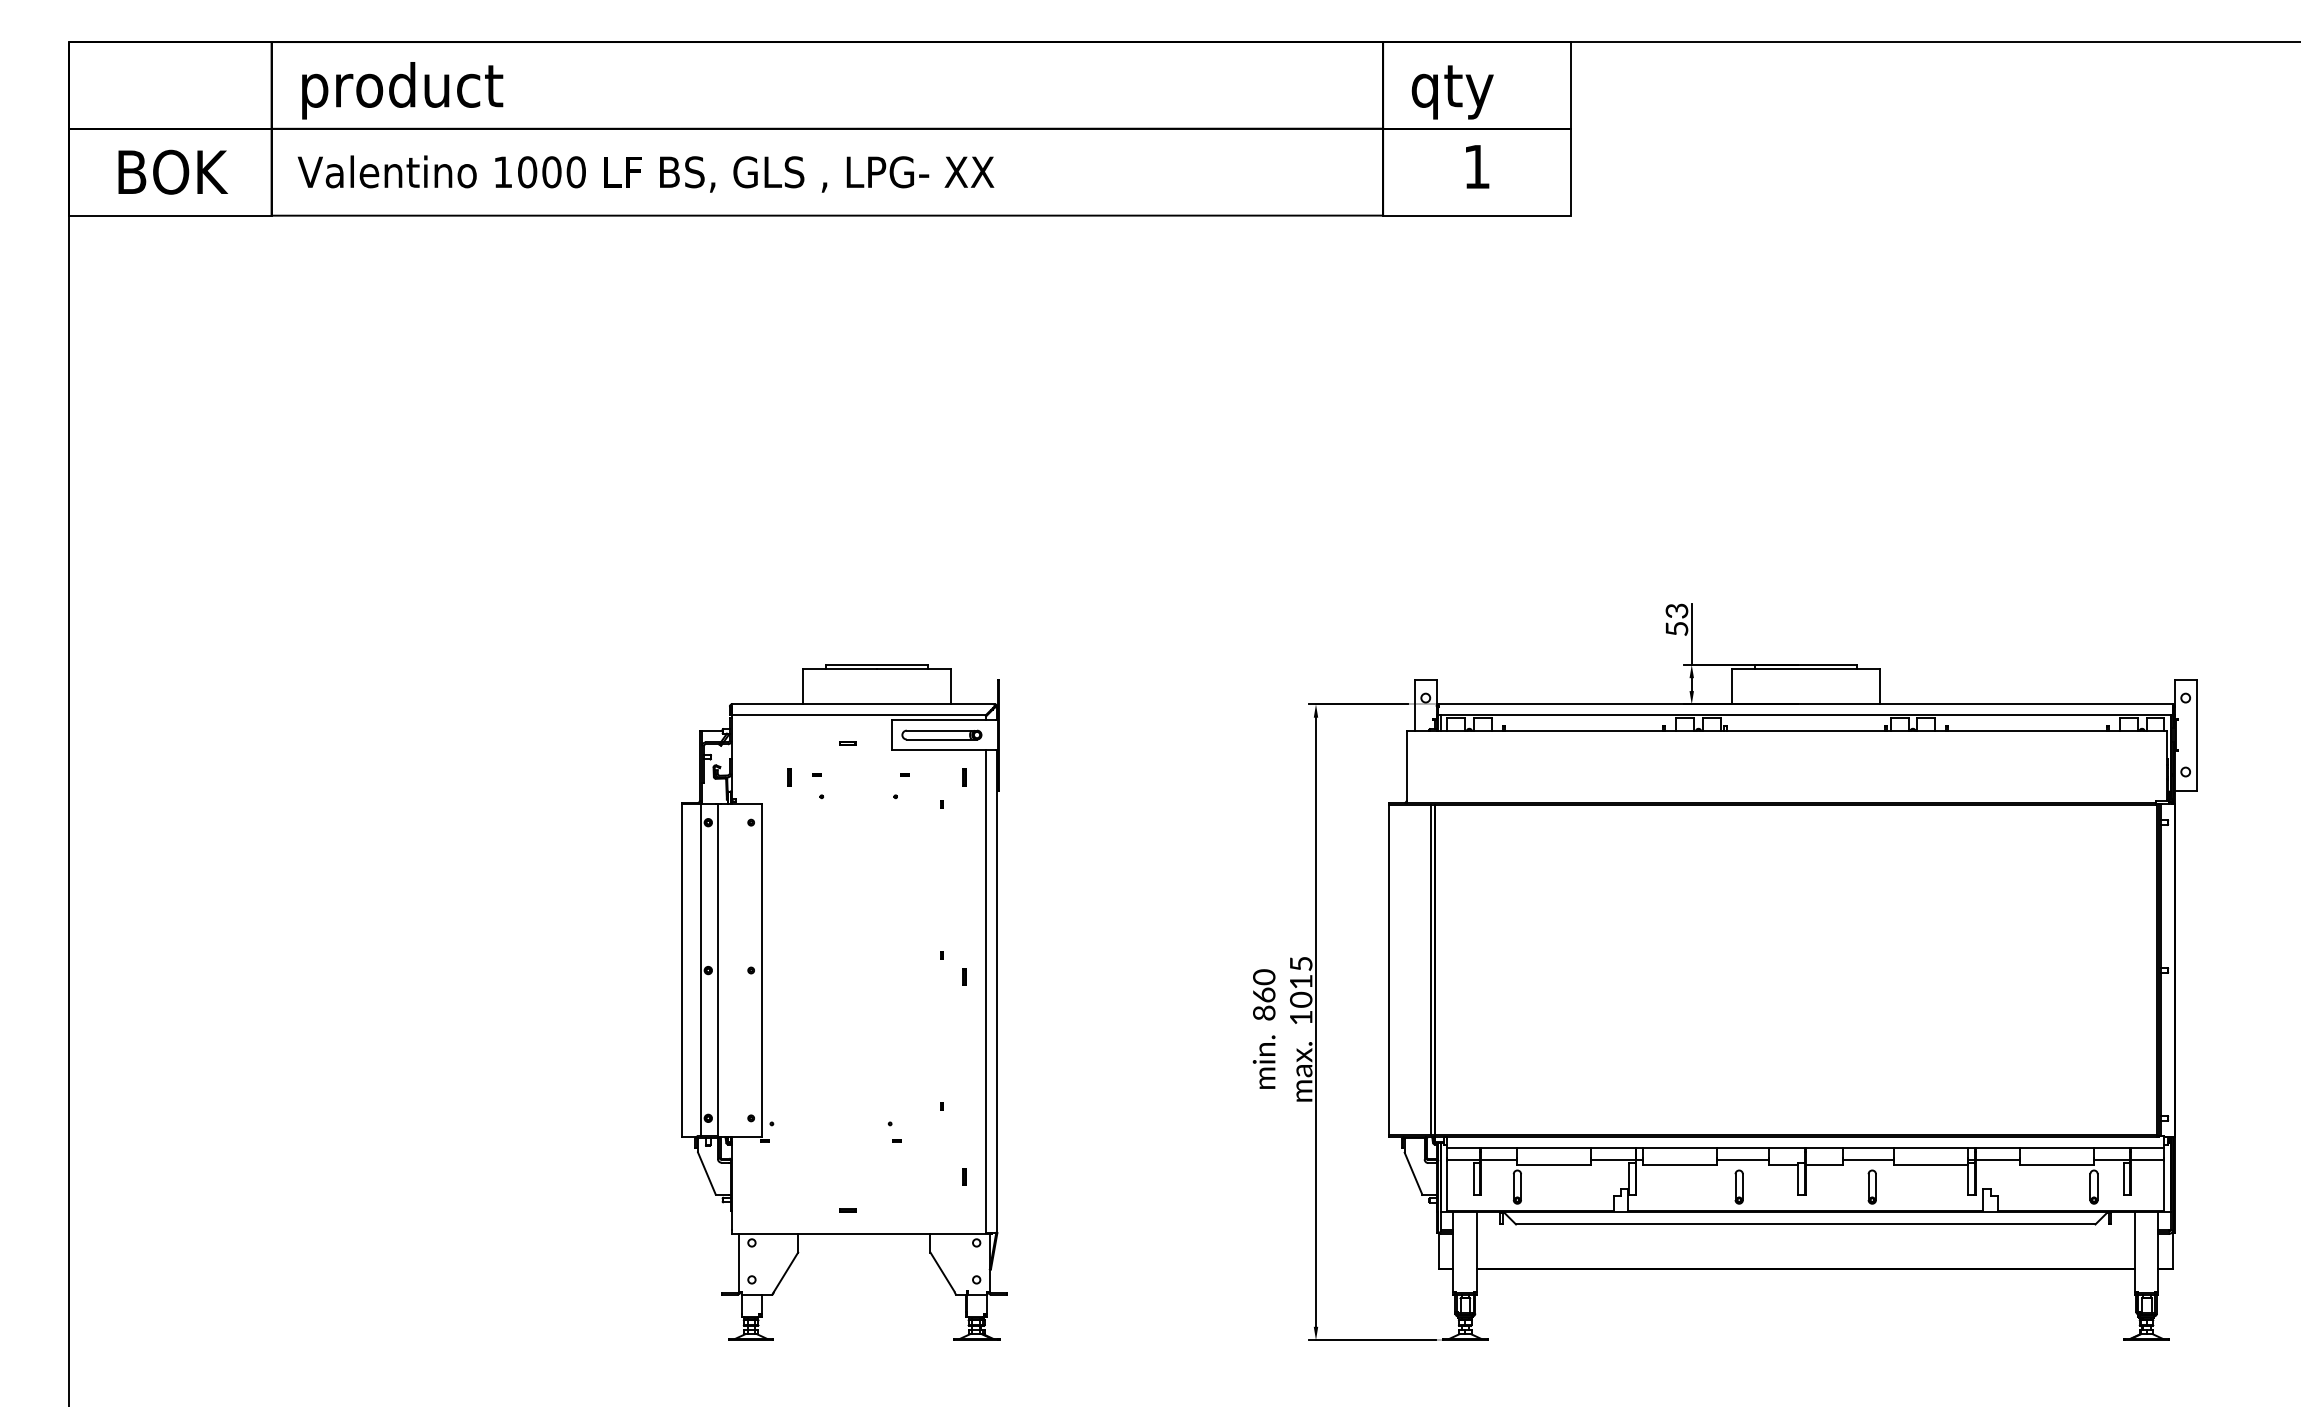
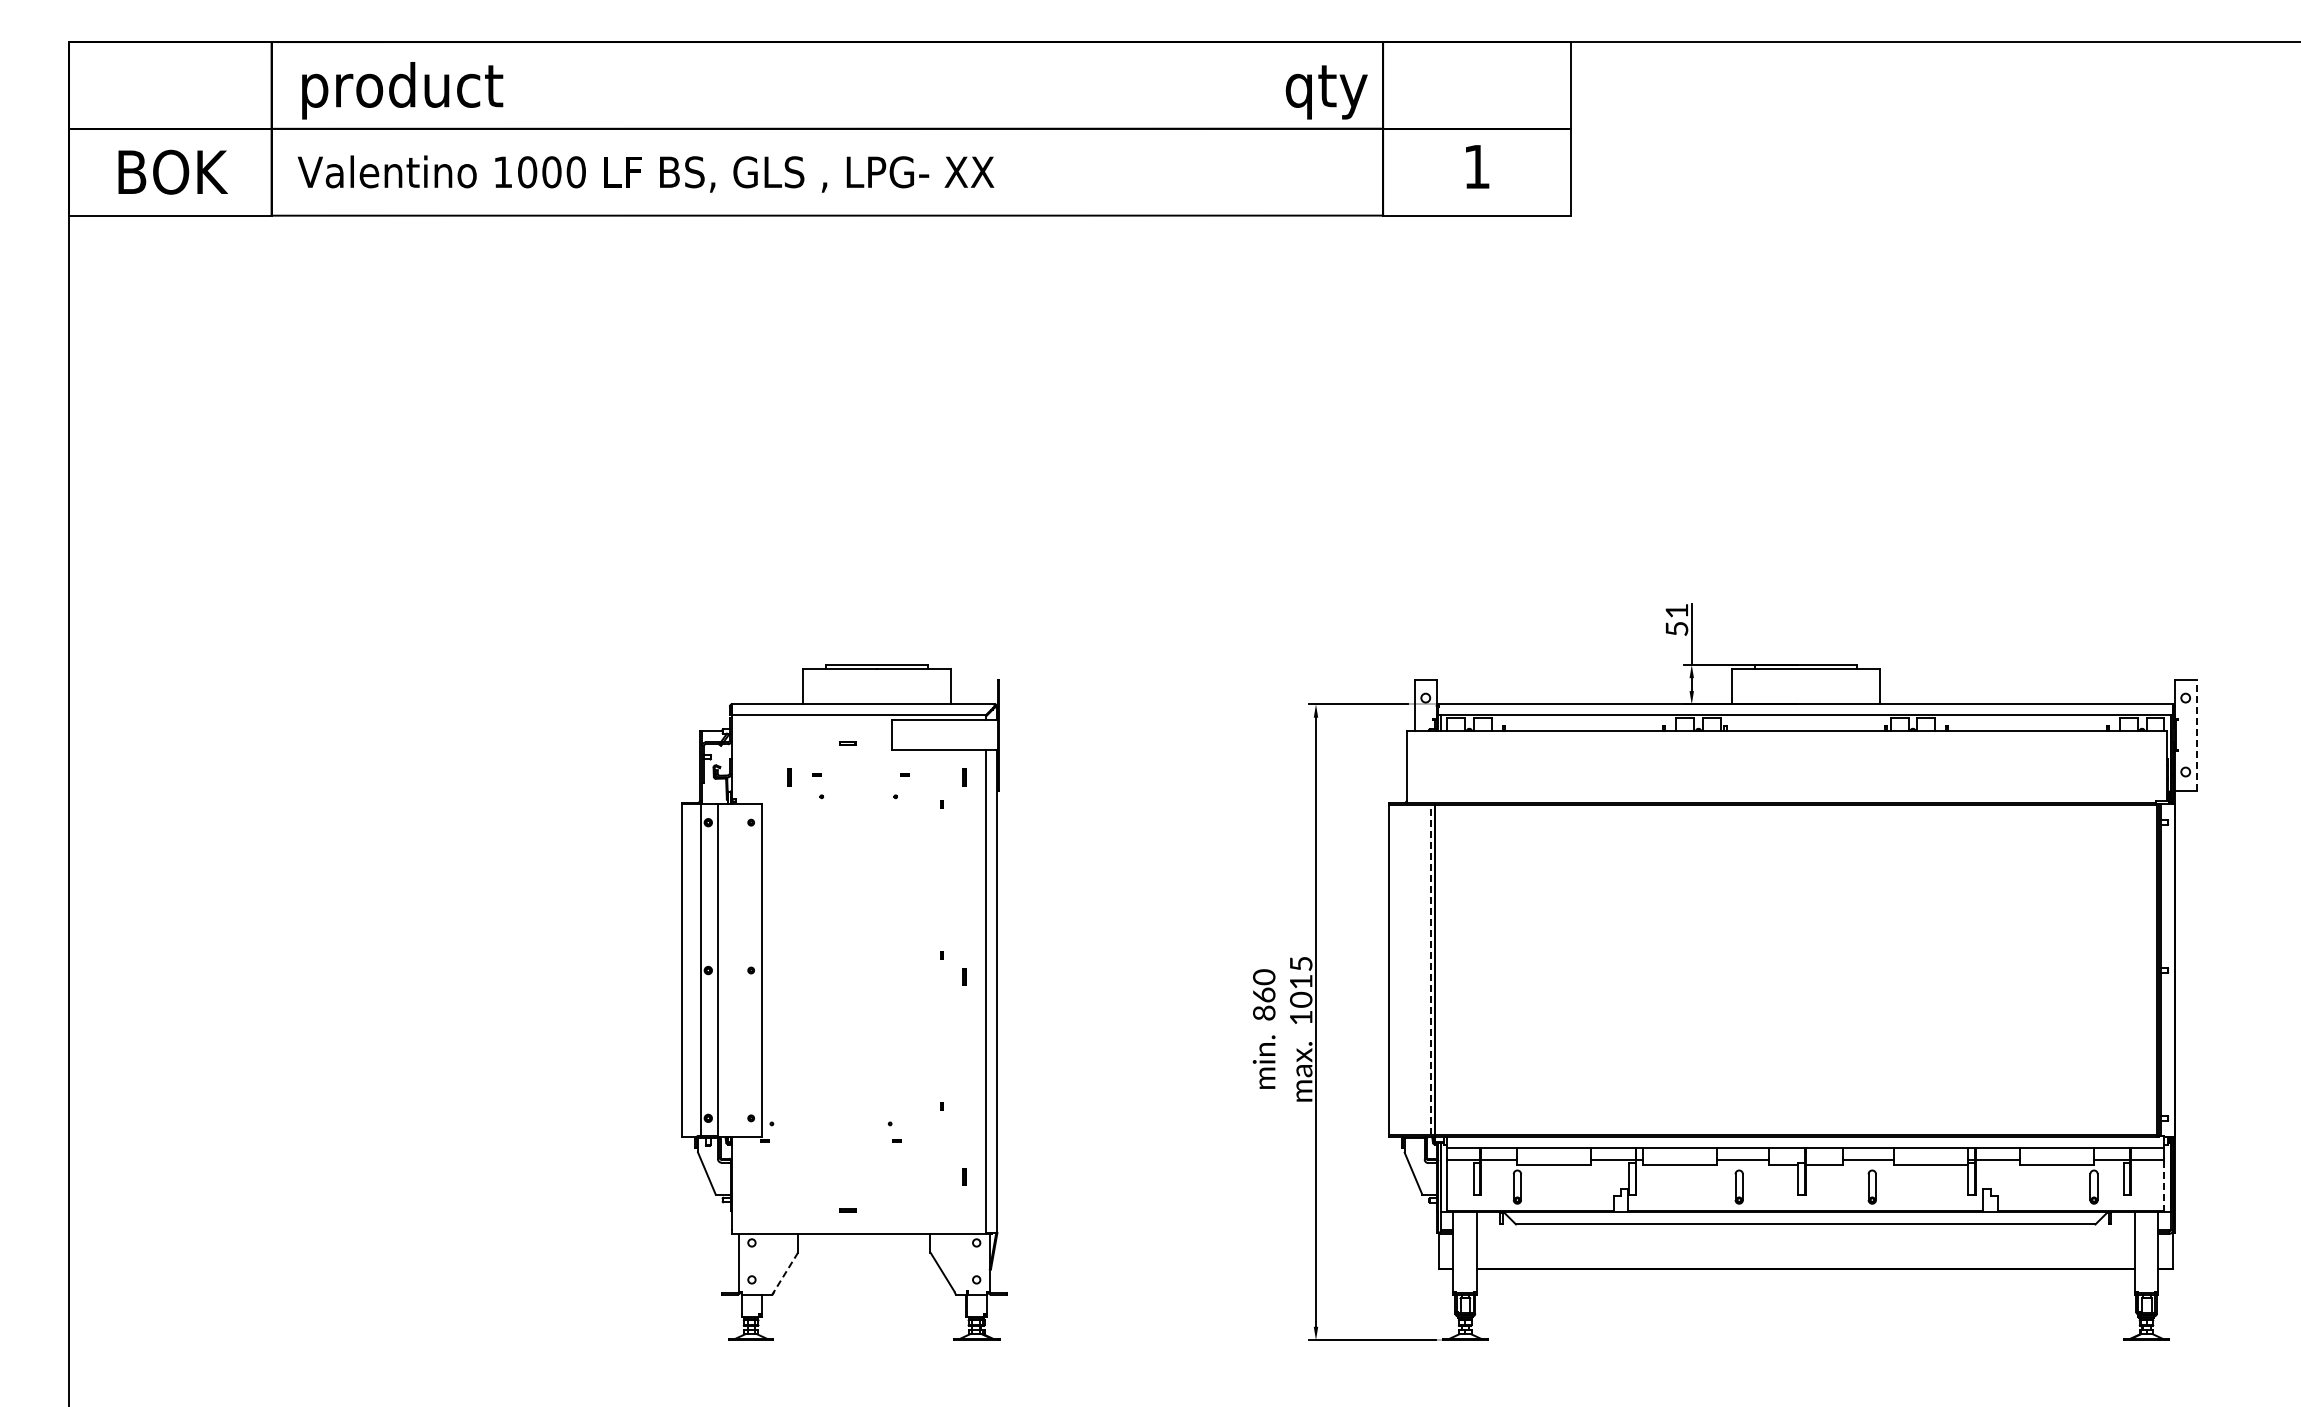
text at (1452, 92) position: (1452, 92) -> (1326, 92)
text at (1676, 610): 53 -> 51
part at (941, 734): present -> none
line at (2196, 734): solid -> dashed
line at (1430, 969): solid -> dashed
line at (2164, 1186): solid -> dashed
line at (785, 1273): solid -> dashed
